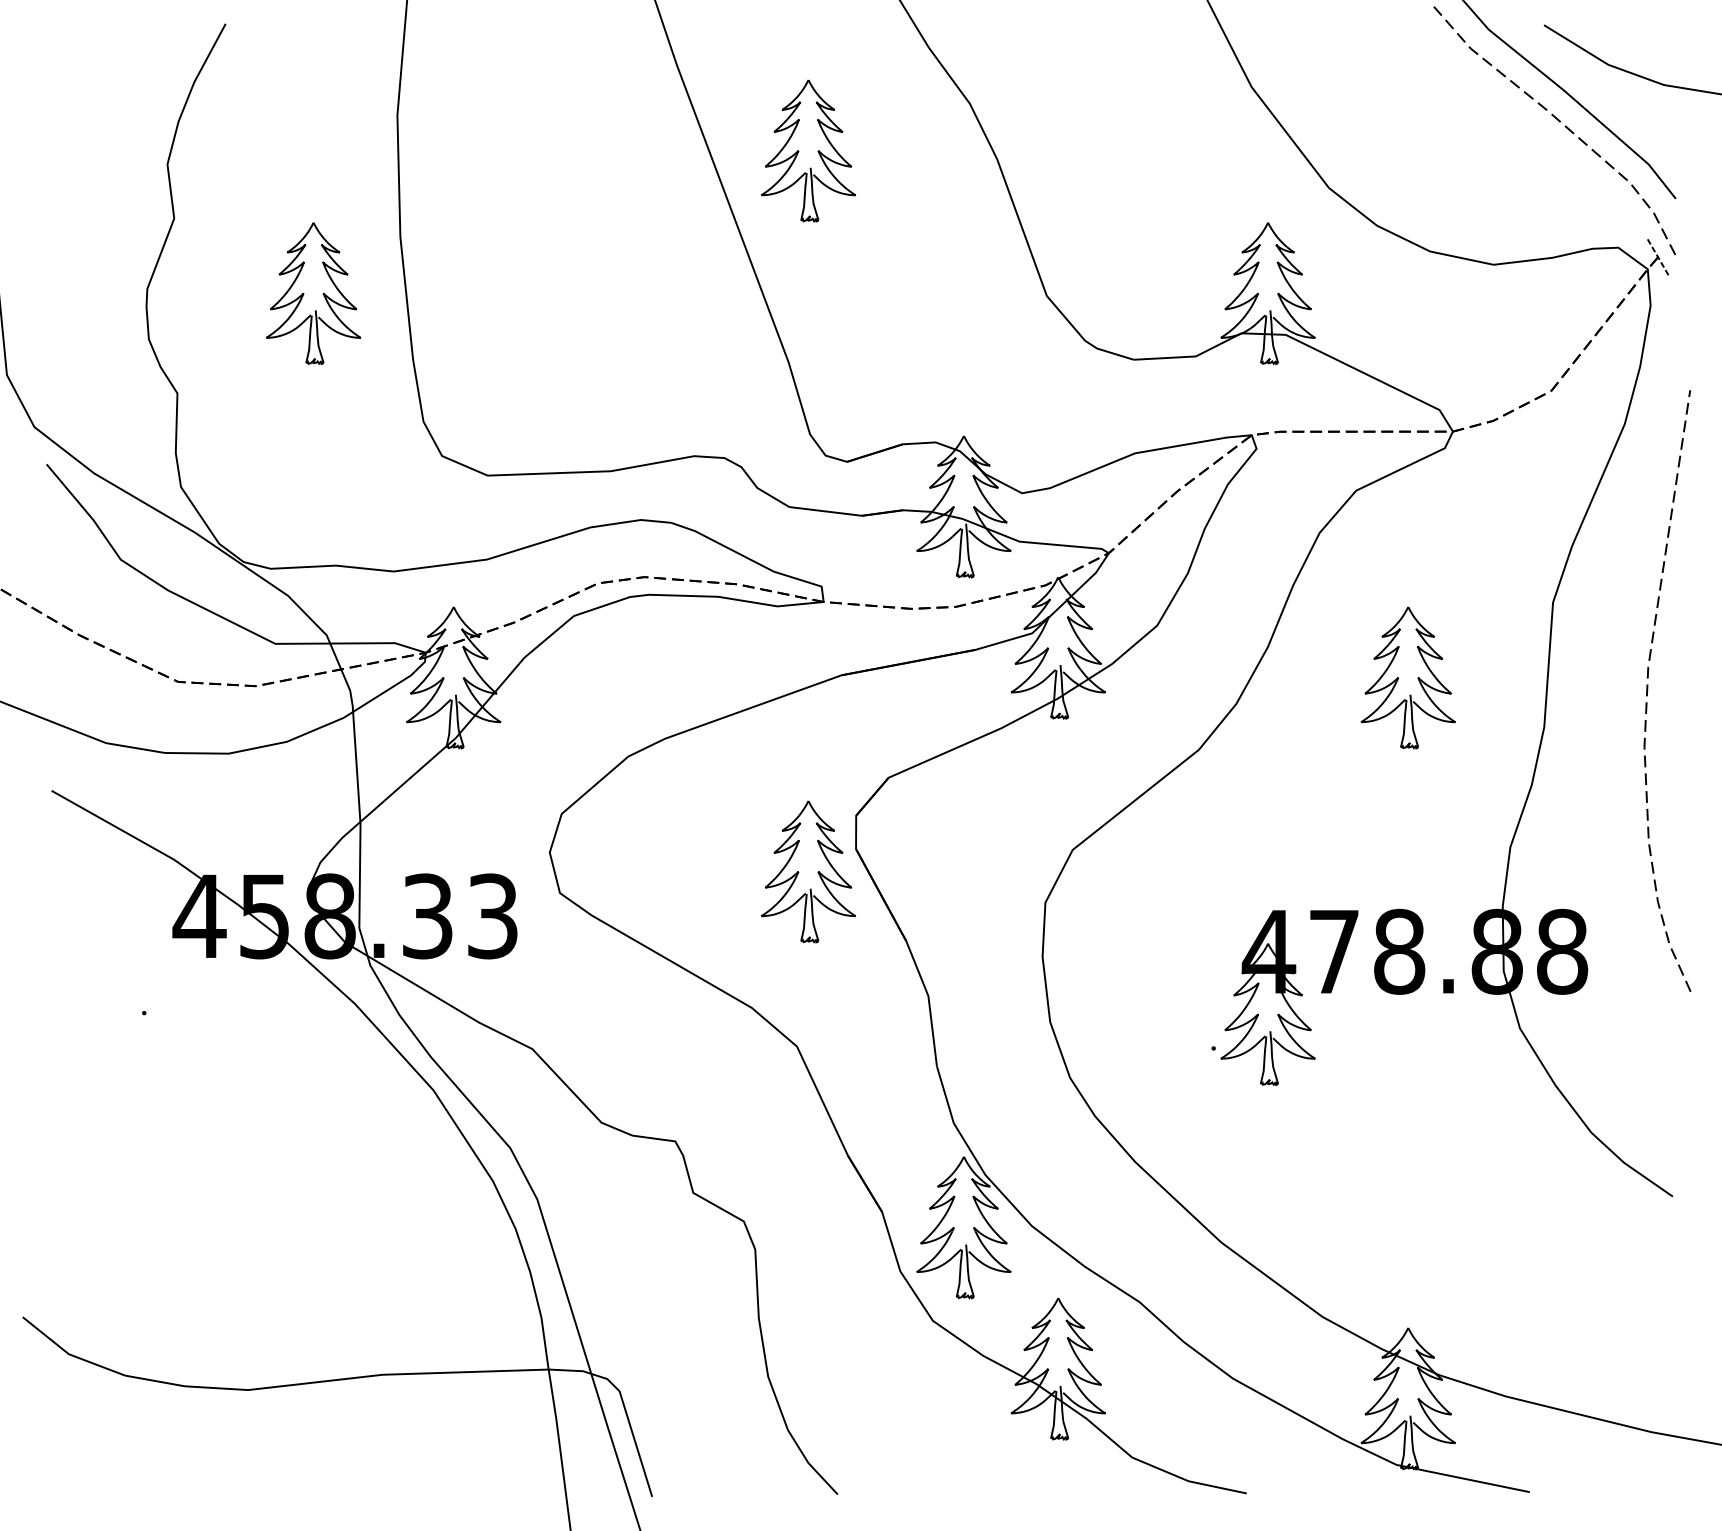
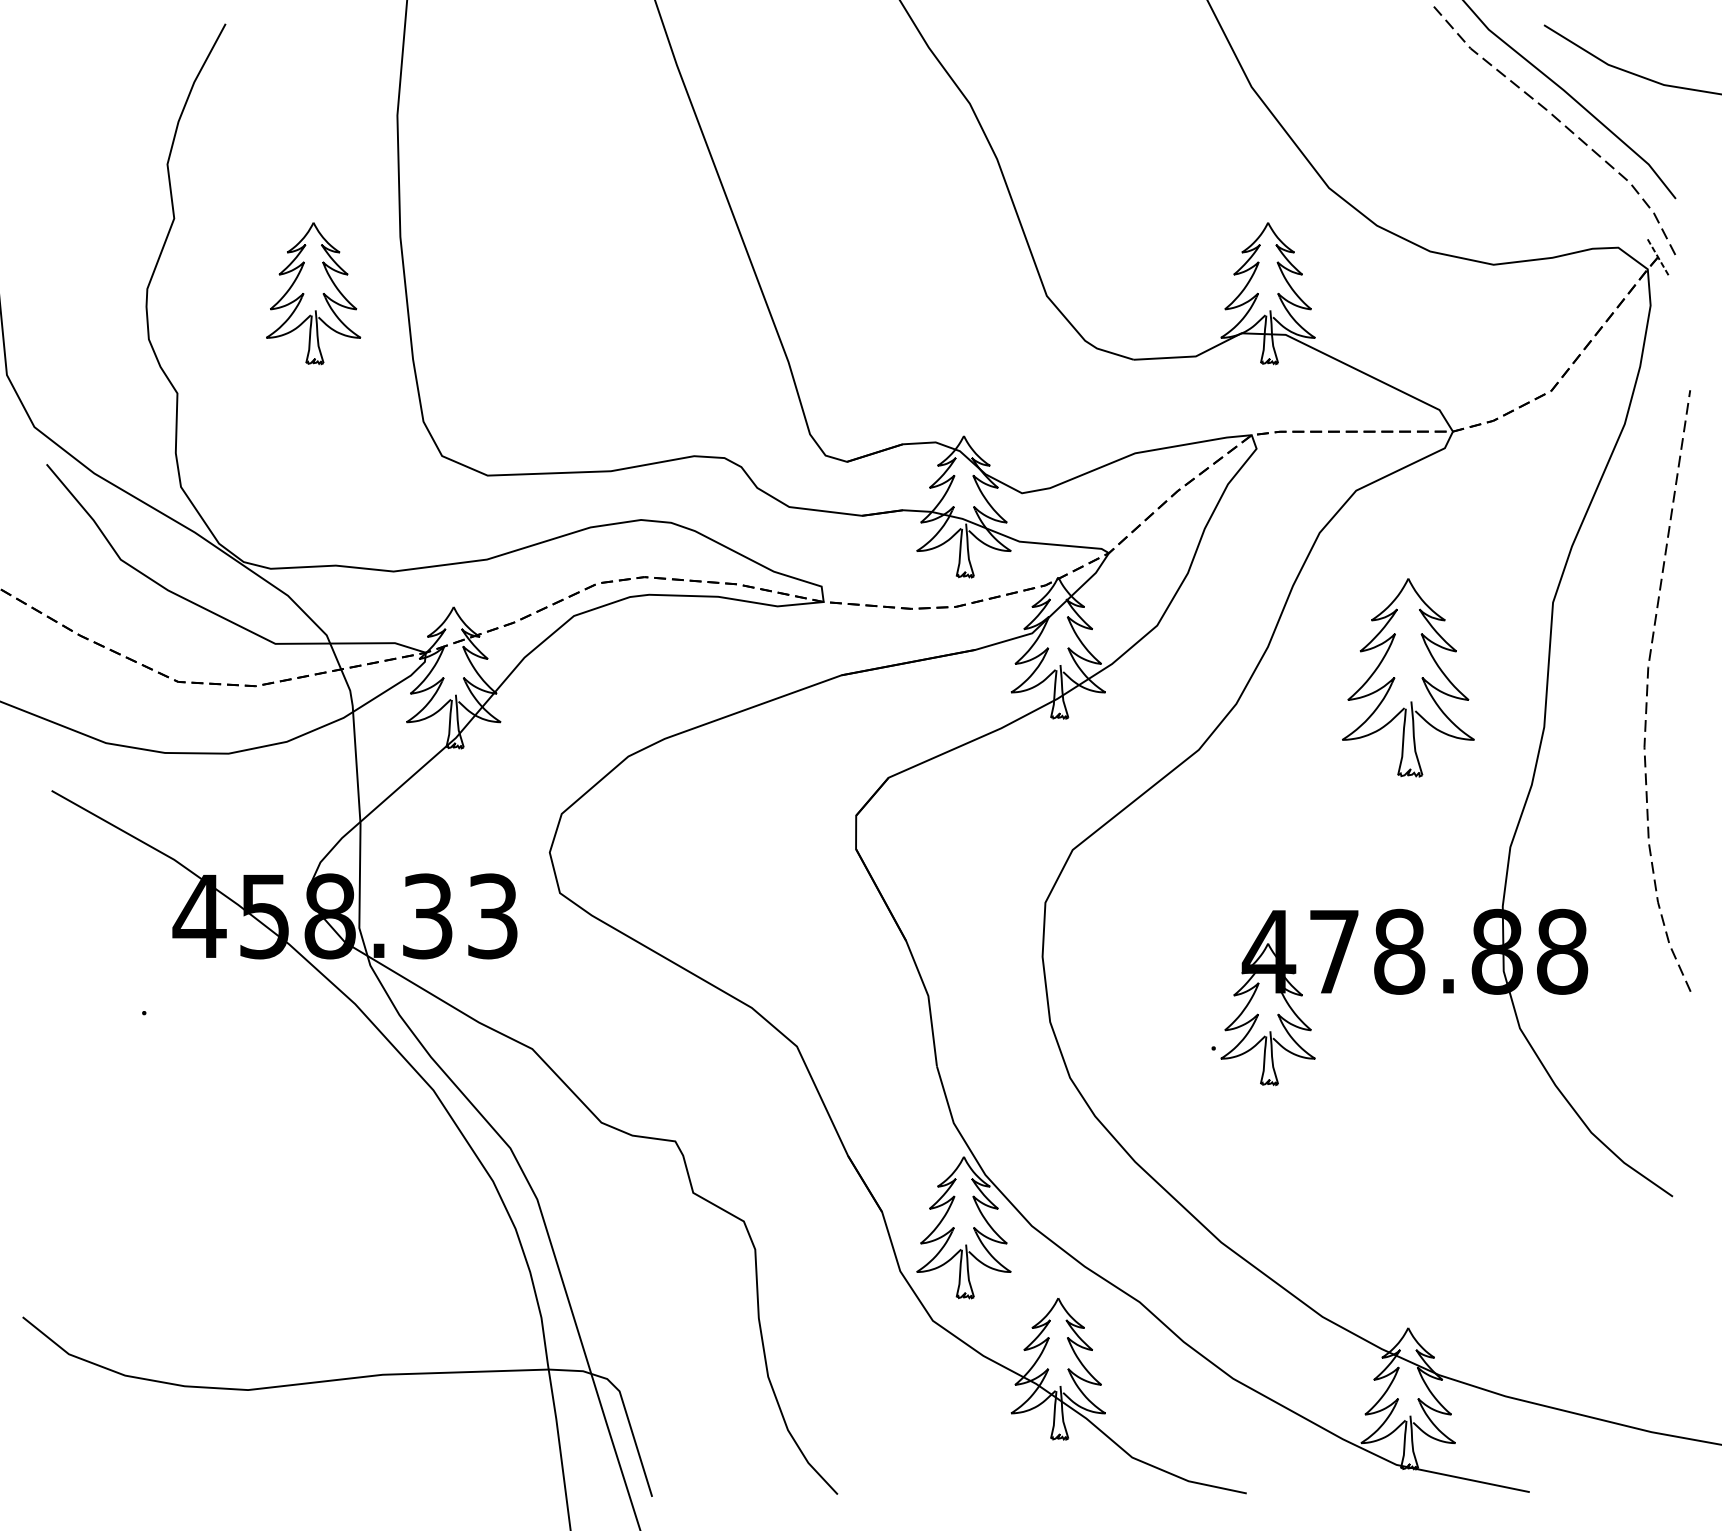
part at (808, 150): present -> none
part at (1407, 677) size: 96x144 px -> 133x200 px
part at (808, 871): present -> none
